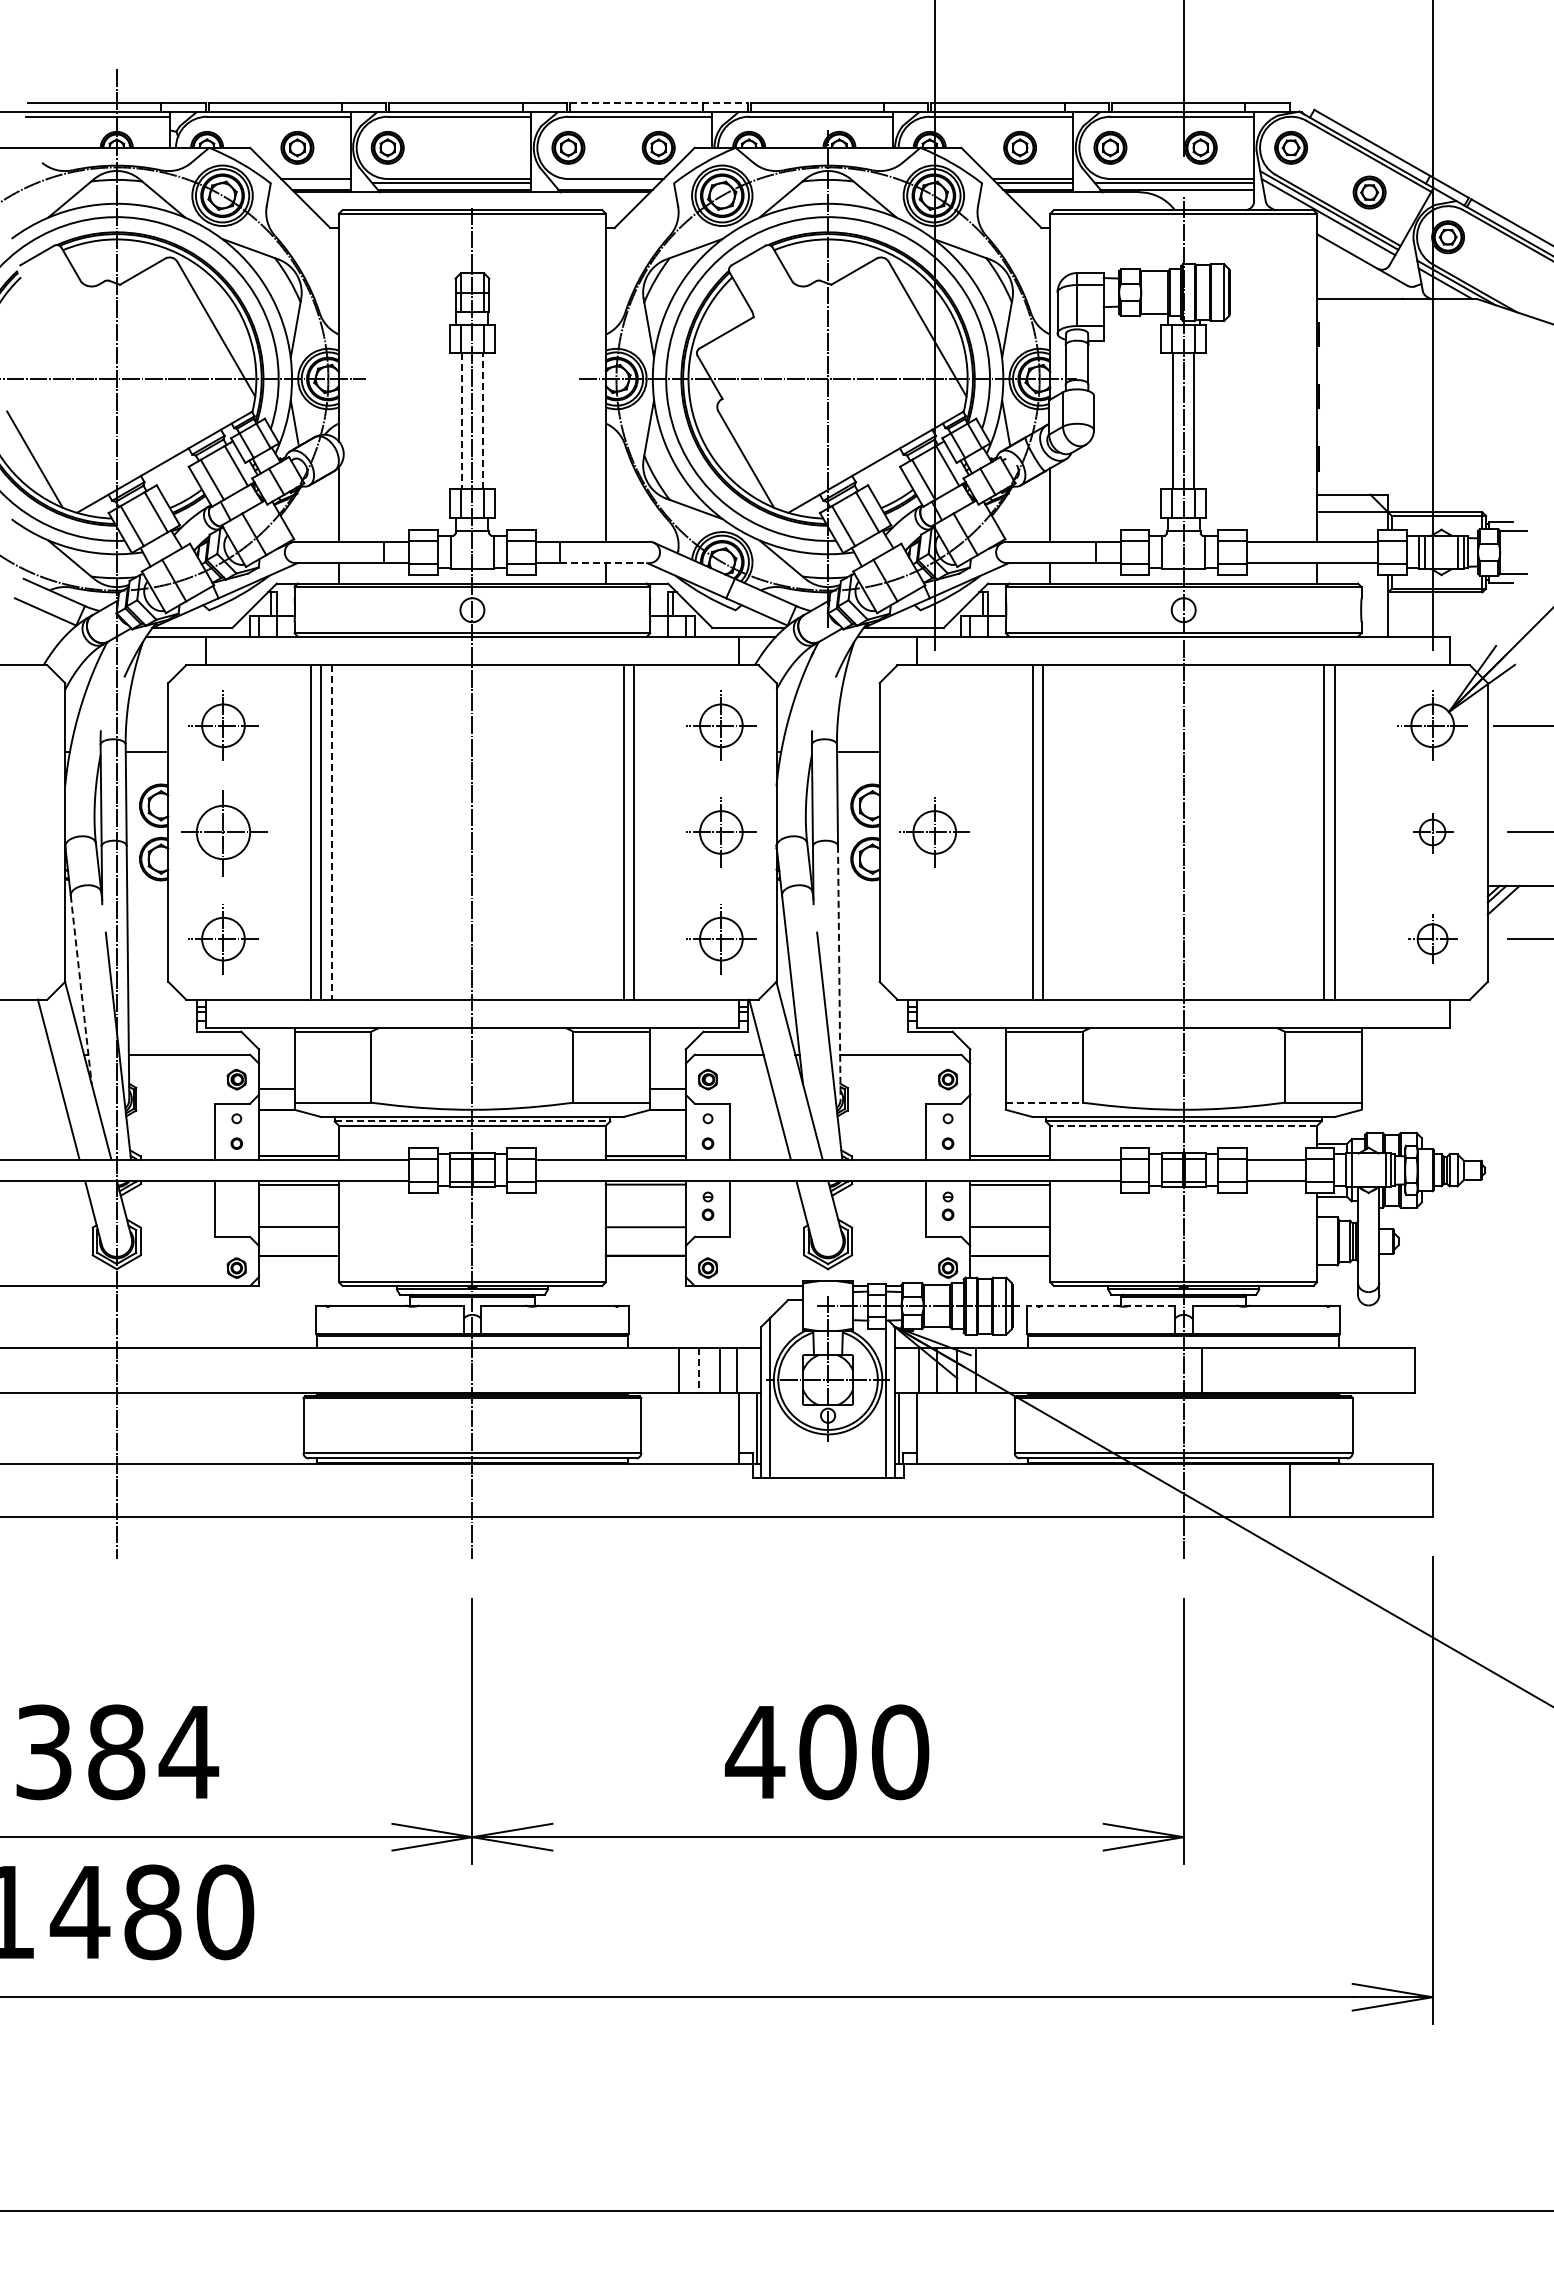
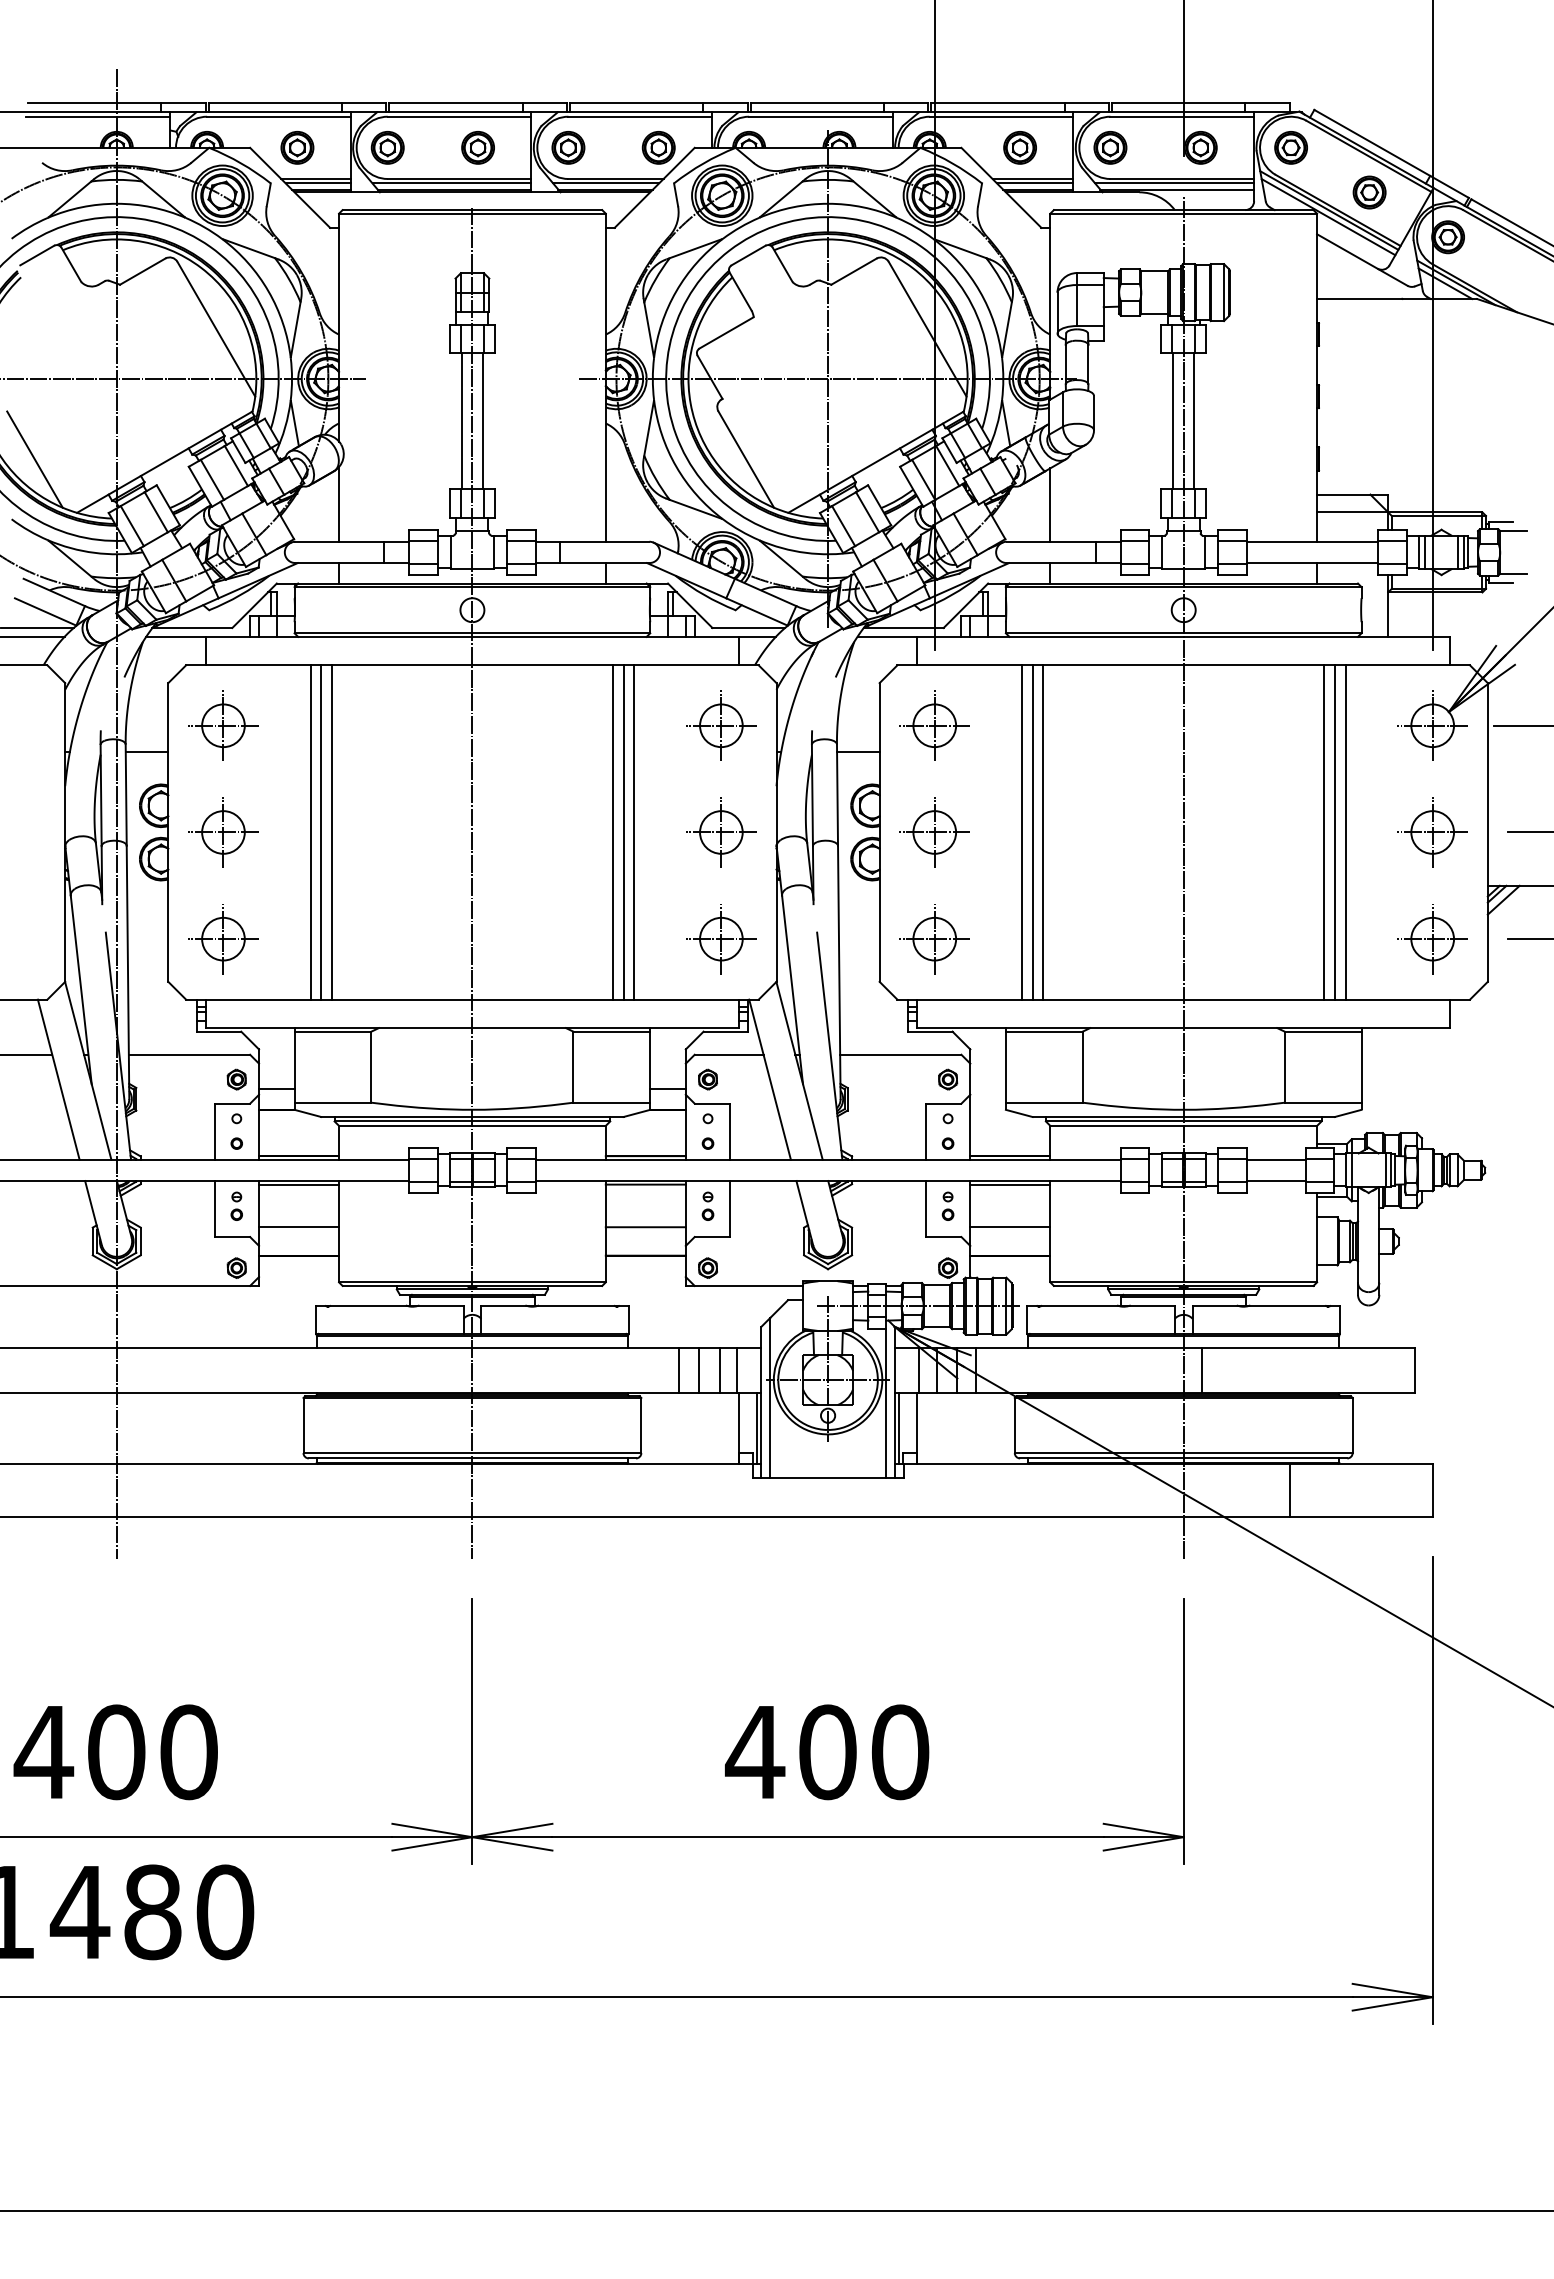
line at (658, 103): dashed -> solid
part at (477, 147): none -> present
line at (317, 183): none -> present
line at (606, 183): none -> present
line at (483, 420): dashed -> solid
line at (461, 421): dashed -> solid
line at (605, 563): dashed -> solid
line at (37, 627): none -> present
line at (33, 636): none -> present
part at (934, 725): none -> present
line at (331, 832): dashed -> solid
line at (612, 832): none -> present
line at (1021, 832): none -> present
line at (1345, 832): none -> present
part at (224, 833) size: 87x87 px -> 71x71 px
part at (1433, 833) size: 41x41 px -> 71x71 px
part at (1432, 938) size: 50x50 px -> 71x71 px
part at (934, 939): none -> present
line at (839, 972): dashed -> solid
line at (81, 989): dashed -> solid
line at (27, 1054): none -> present
line at (1044, 1102): dashed -> solid
line at (472, 1121): dashed -> solid
line at (1183, 1125): dashed -> solid
part at (236, 1205): none -> present
line at (1101, 1305): dashed -> solid
line at (699, 1370): dashed -> solid
text at (116, 1752): 384 -> 400
